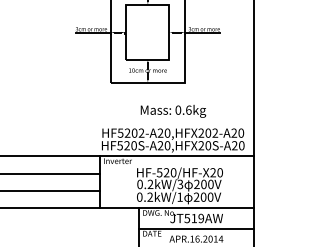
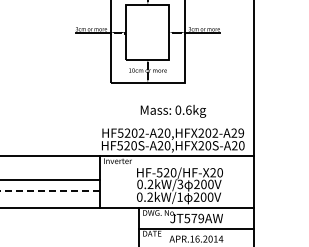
text at (240, 133): HF5202-A20,HFX202-A20 -> HF5202-A20,HFX202-A29
line at (50, 173) position: (50, 173) -> (50, 179)
line at (49, 190): solid -> dashed
text at (194, 218): JT519AW -> JT579AW
